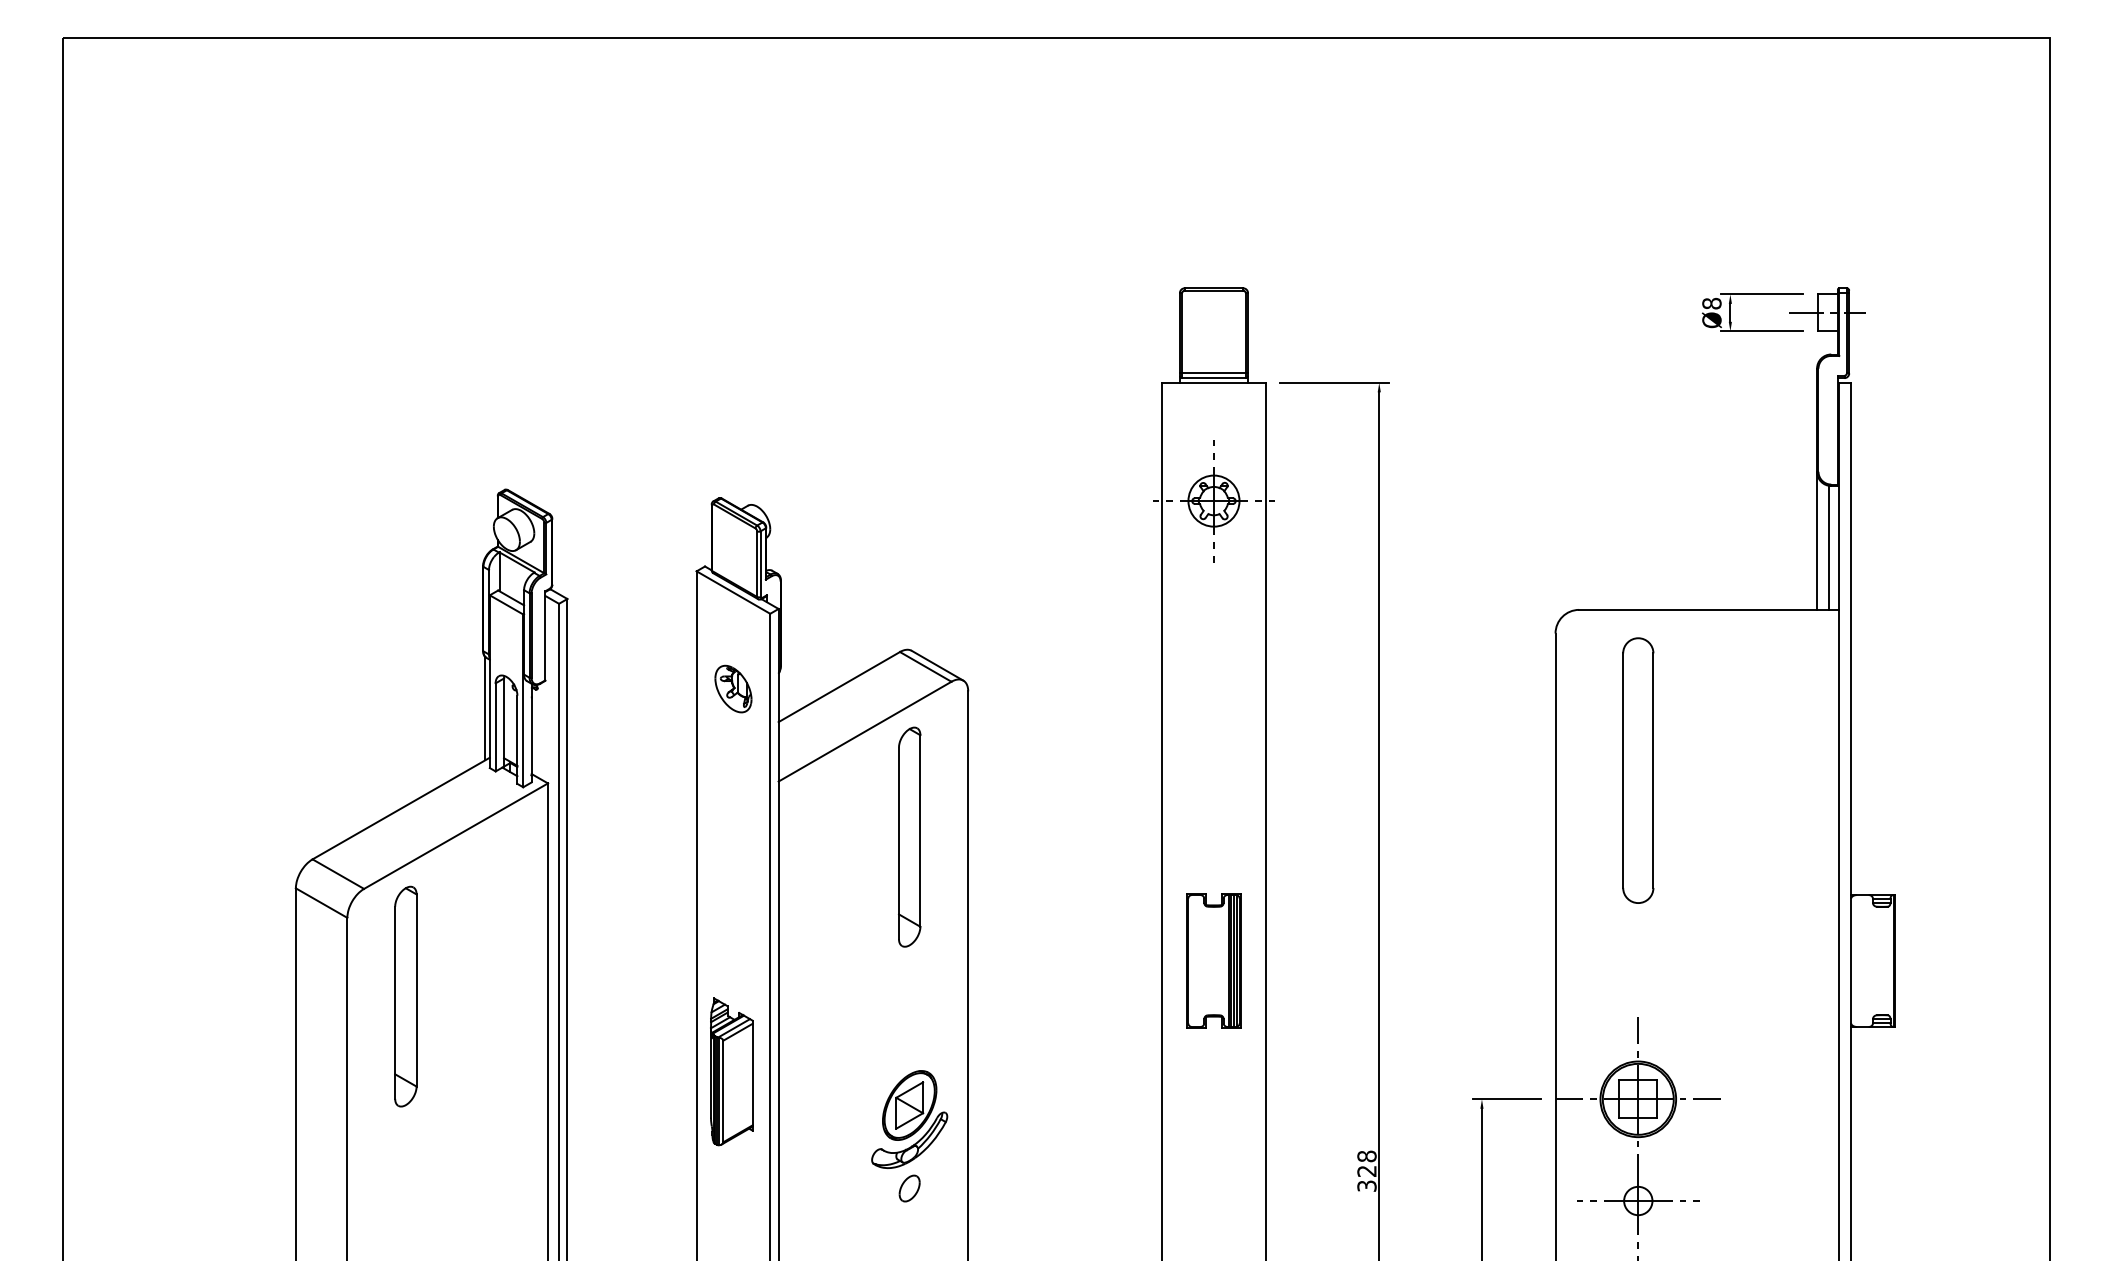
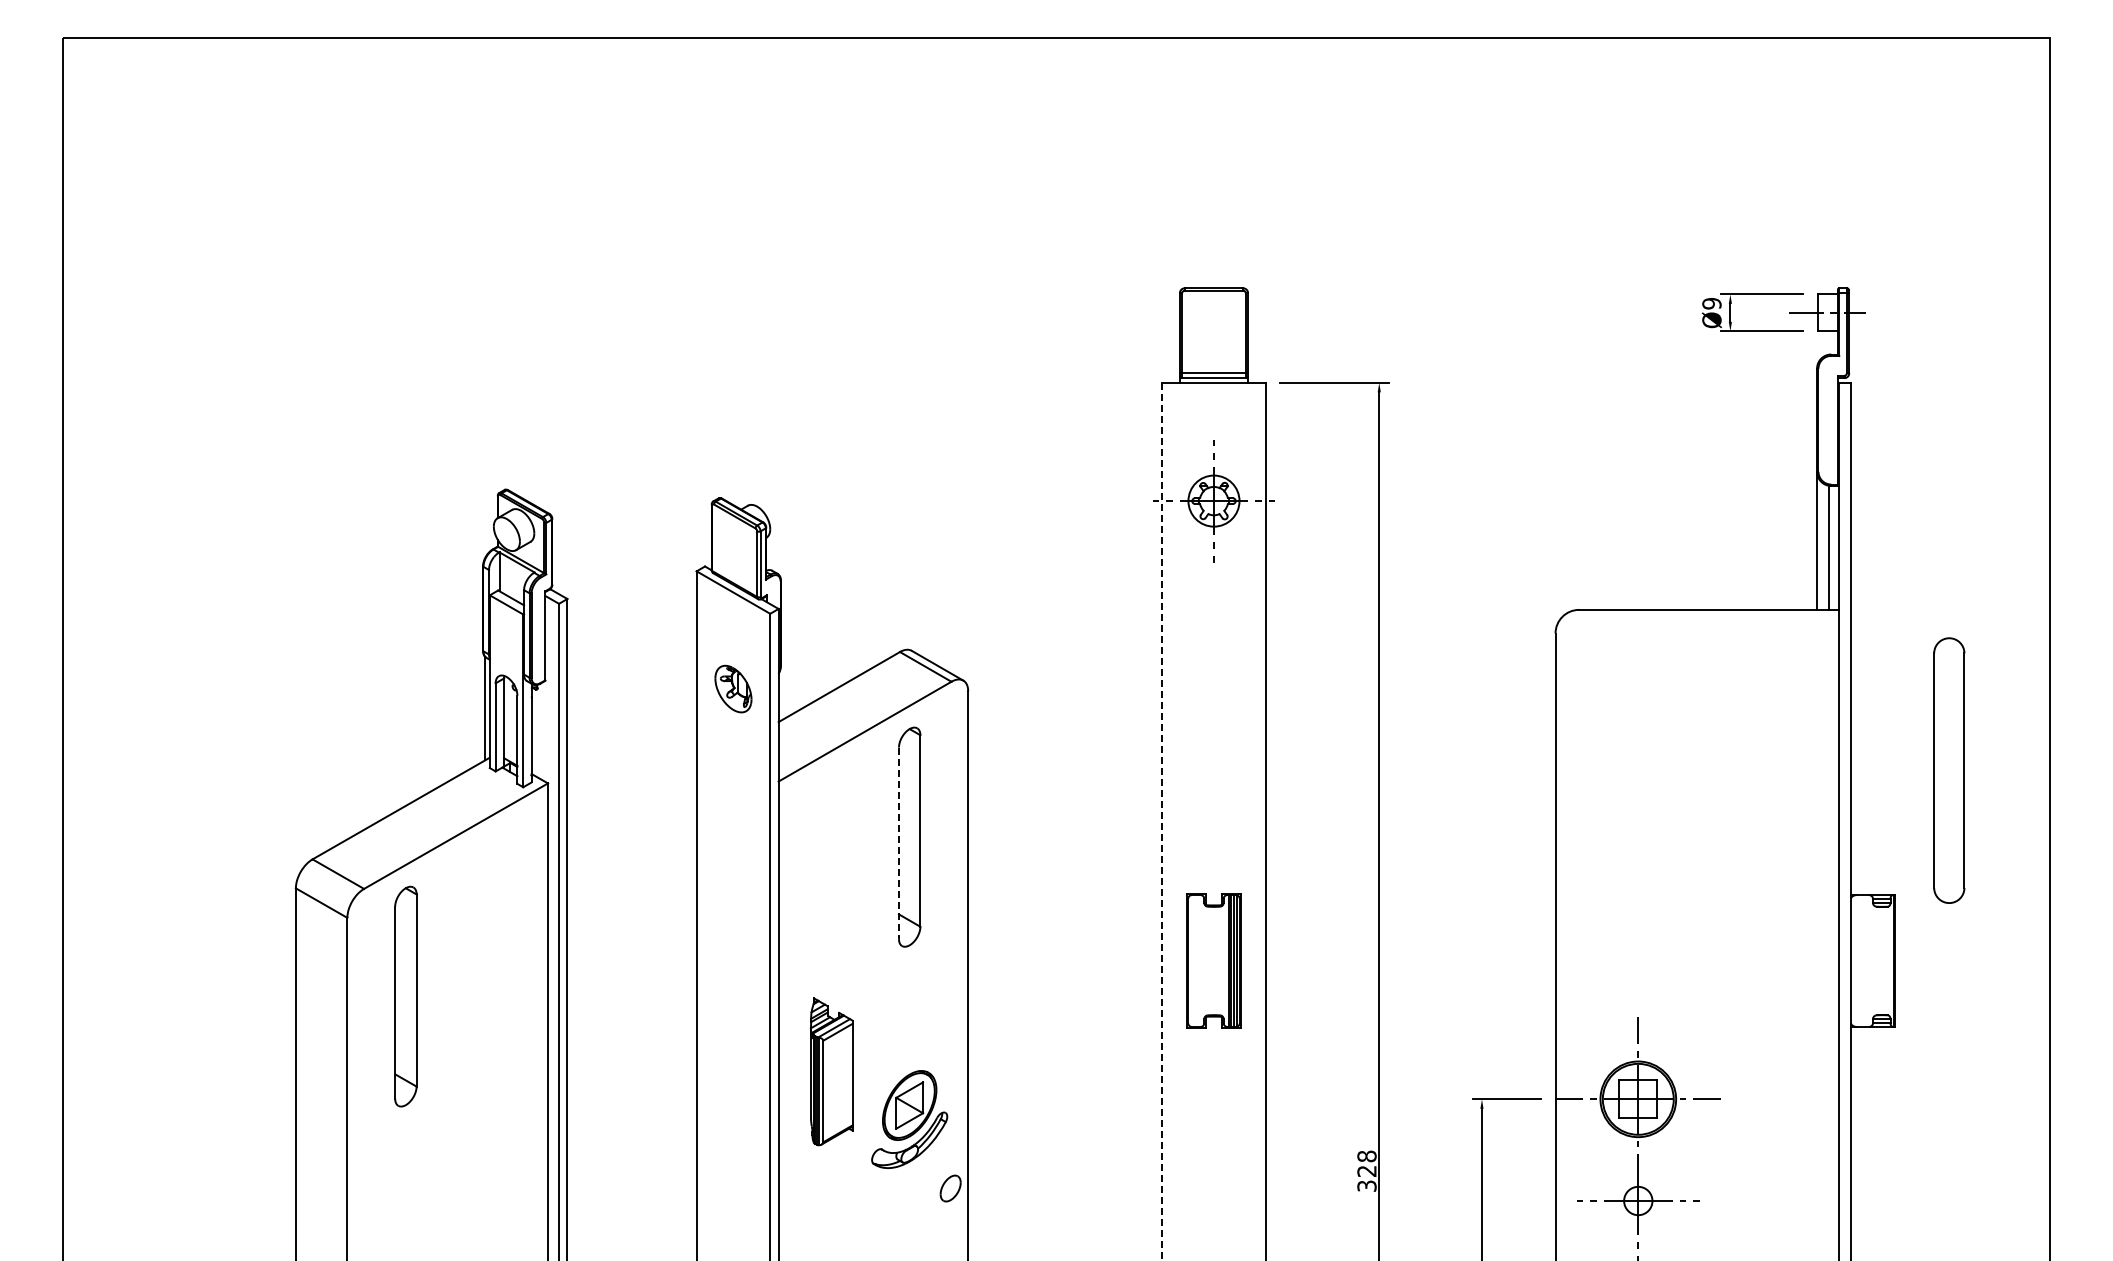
text at (1711, 303): Ø8 -> Ø9
part at (1638, 770) position: (1638, 770) -> (1949, 770)
line at (1161, 821): solid -> dashed
line at (899, 843): solid -> dashed
part at (731, 1071) position: (731, 1071) -> (831, 1071)
part at (909, 1188) position: (909, 1188) -> (950, 1188)
